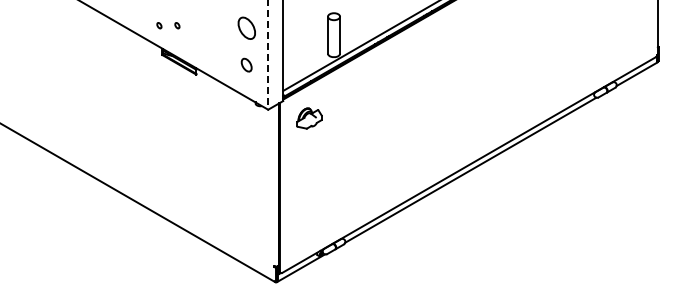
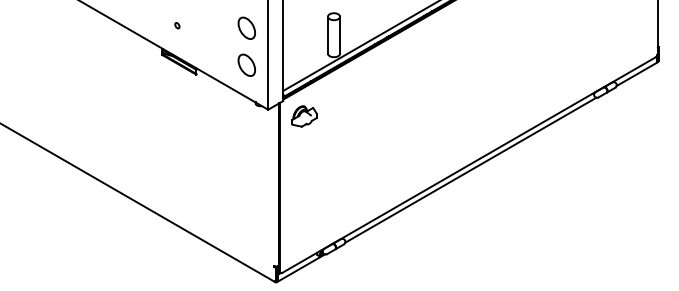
part at (159, 25): present -> none
line at (268, 54): dashed -> solid
part at (246, 64) size: 13x16 px -> 19x24 px
part at (309, 118) position: (309, 118) -> (304, 116)
